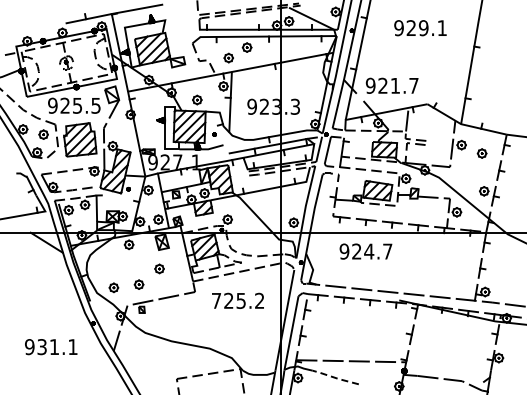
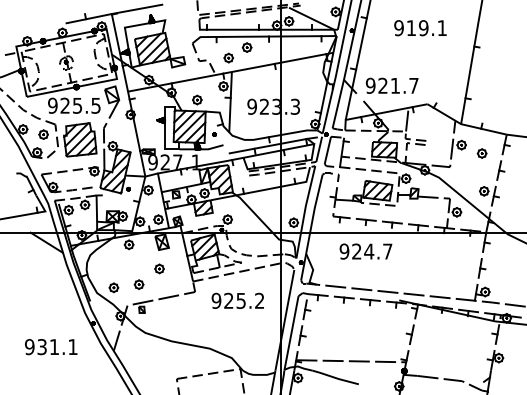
text at (410, 27): 929.1 -> 919.1
text at (216, 300): 725.2 -> 925.2
line at (335, 377): dashed -> solid
